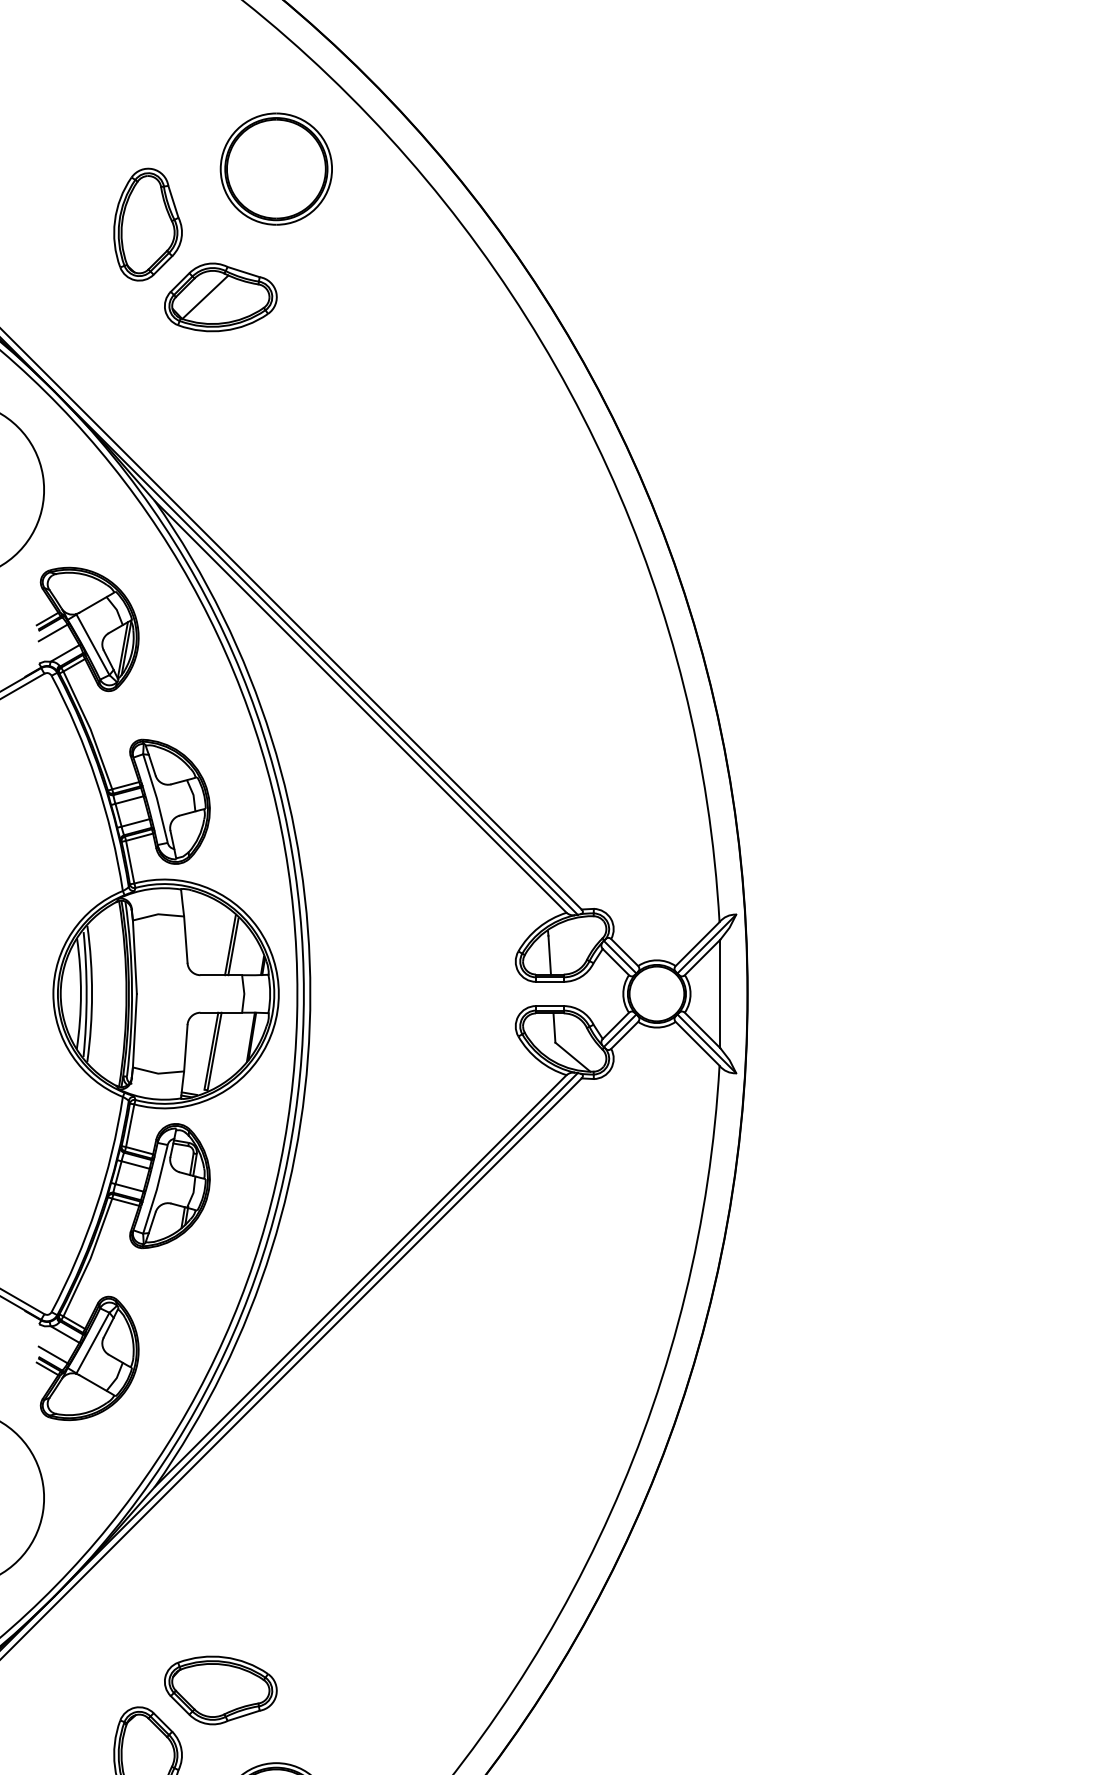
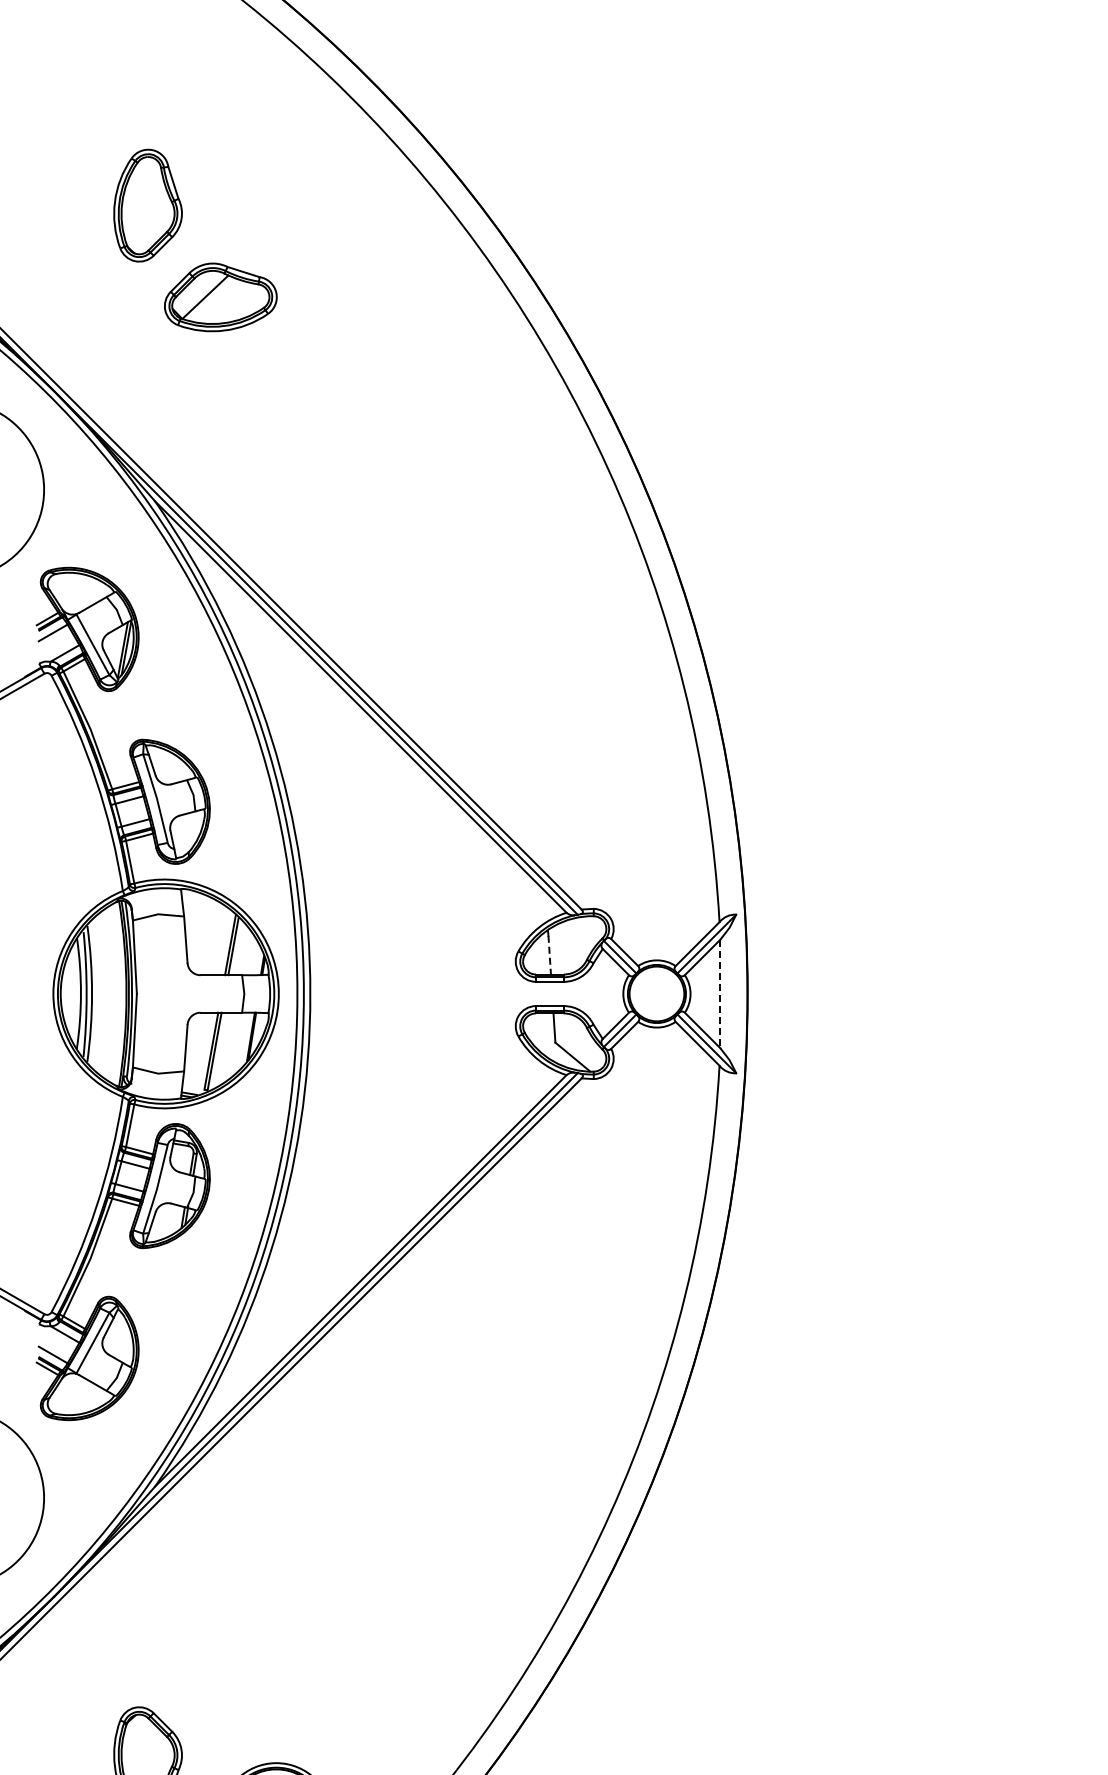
part at (275, 168): present -> none
part at (147, 224) position: (147, 224) -> (147, 205)
line at (549, 955): solid -> dashed
line at (720, 994): solid -> dashed
part at (220, 1690): present -> none
